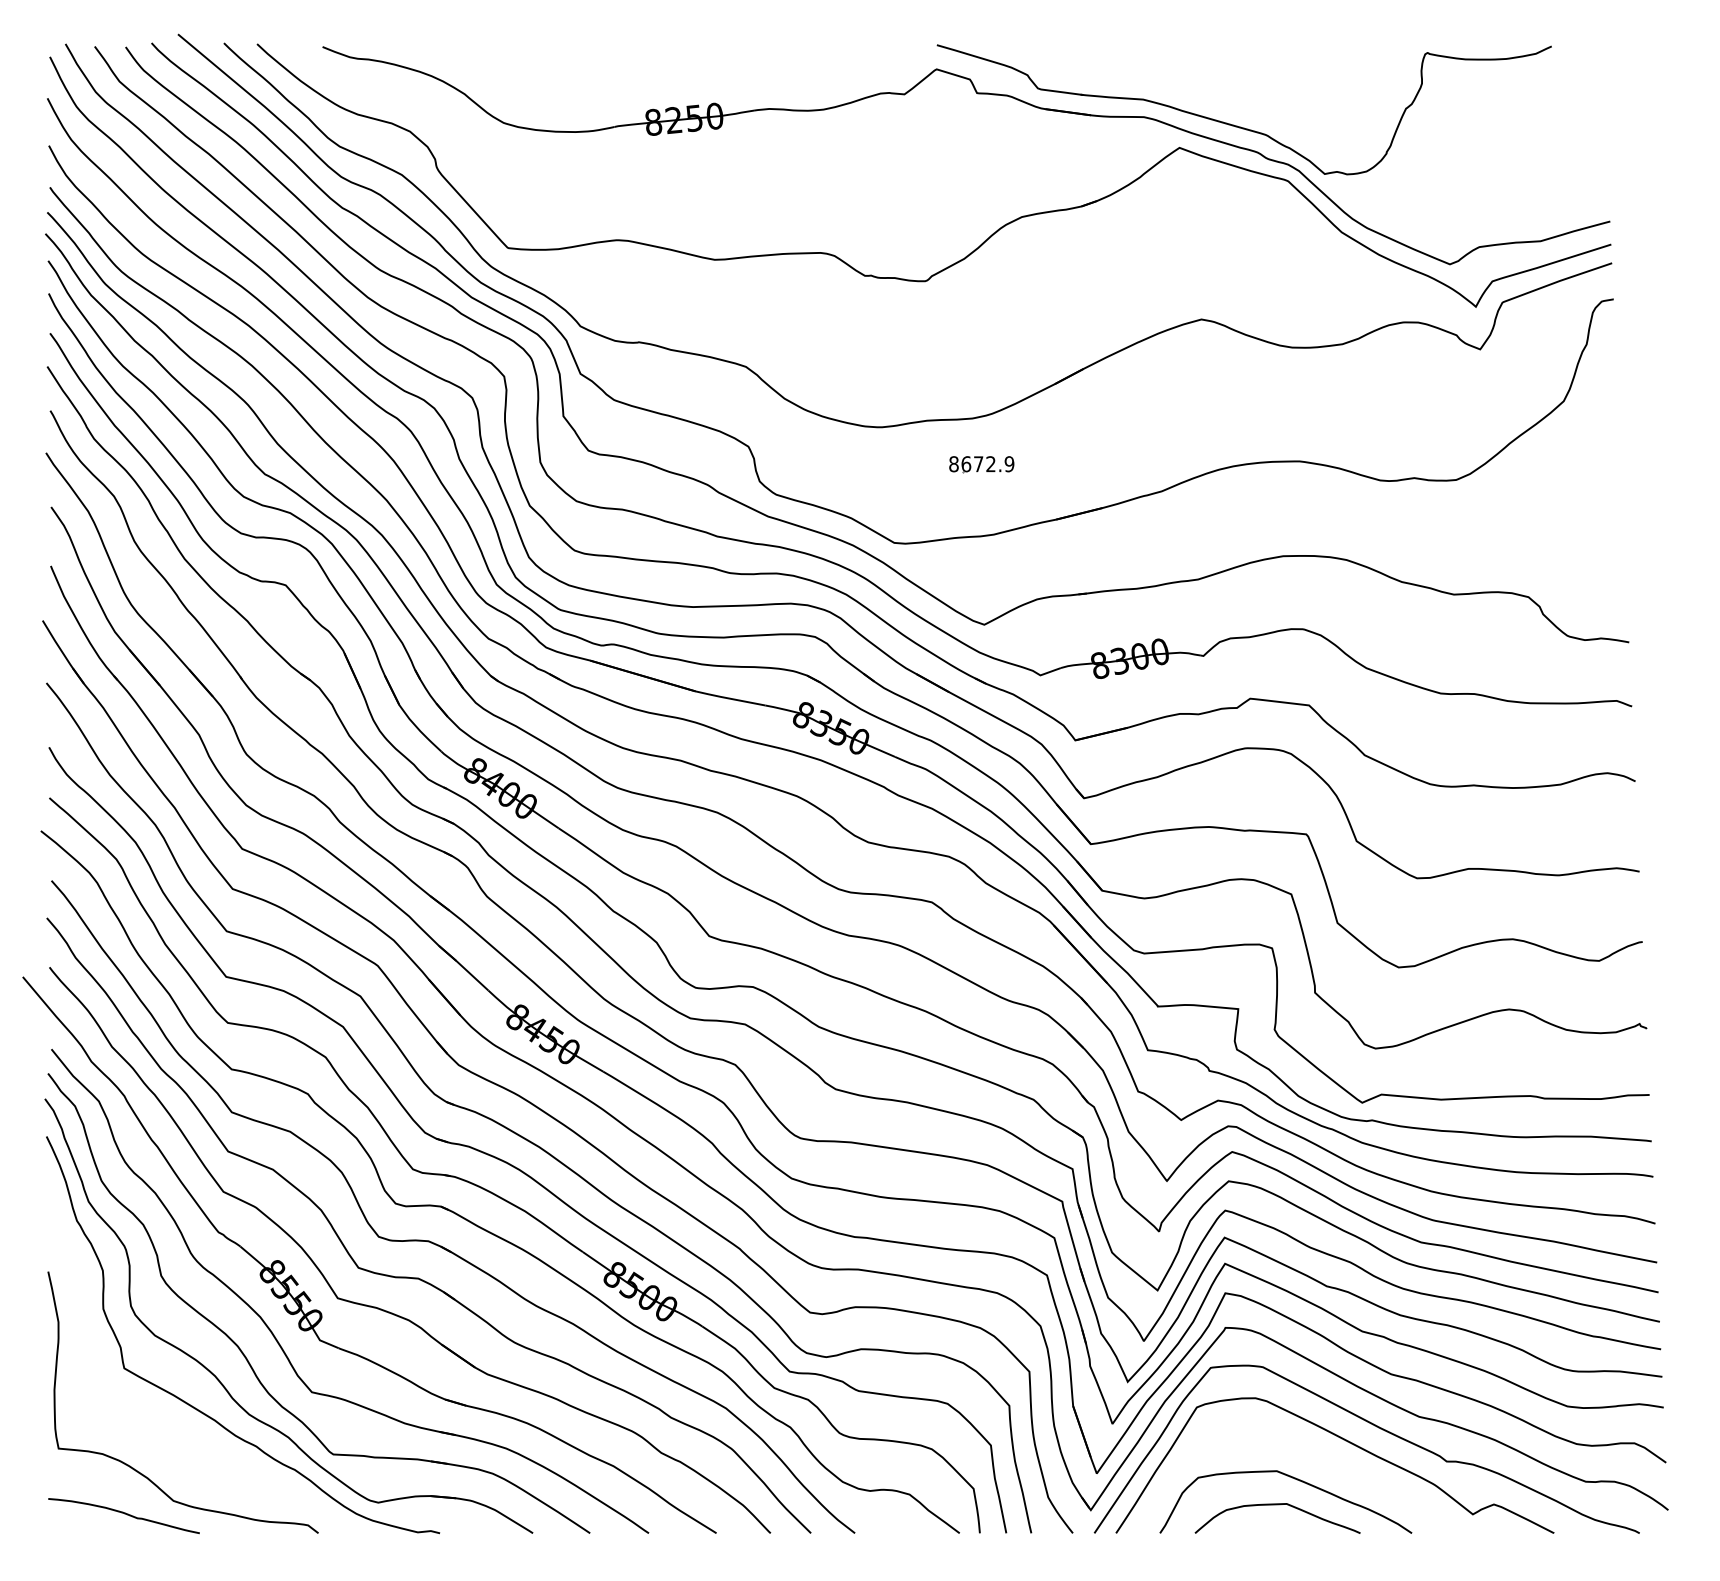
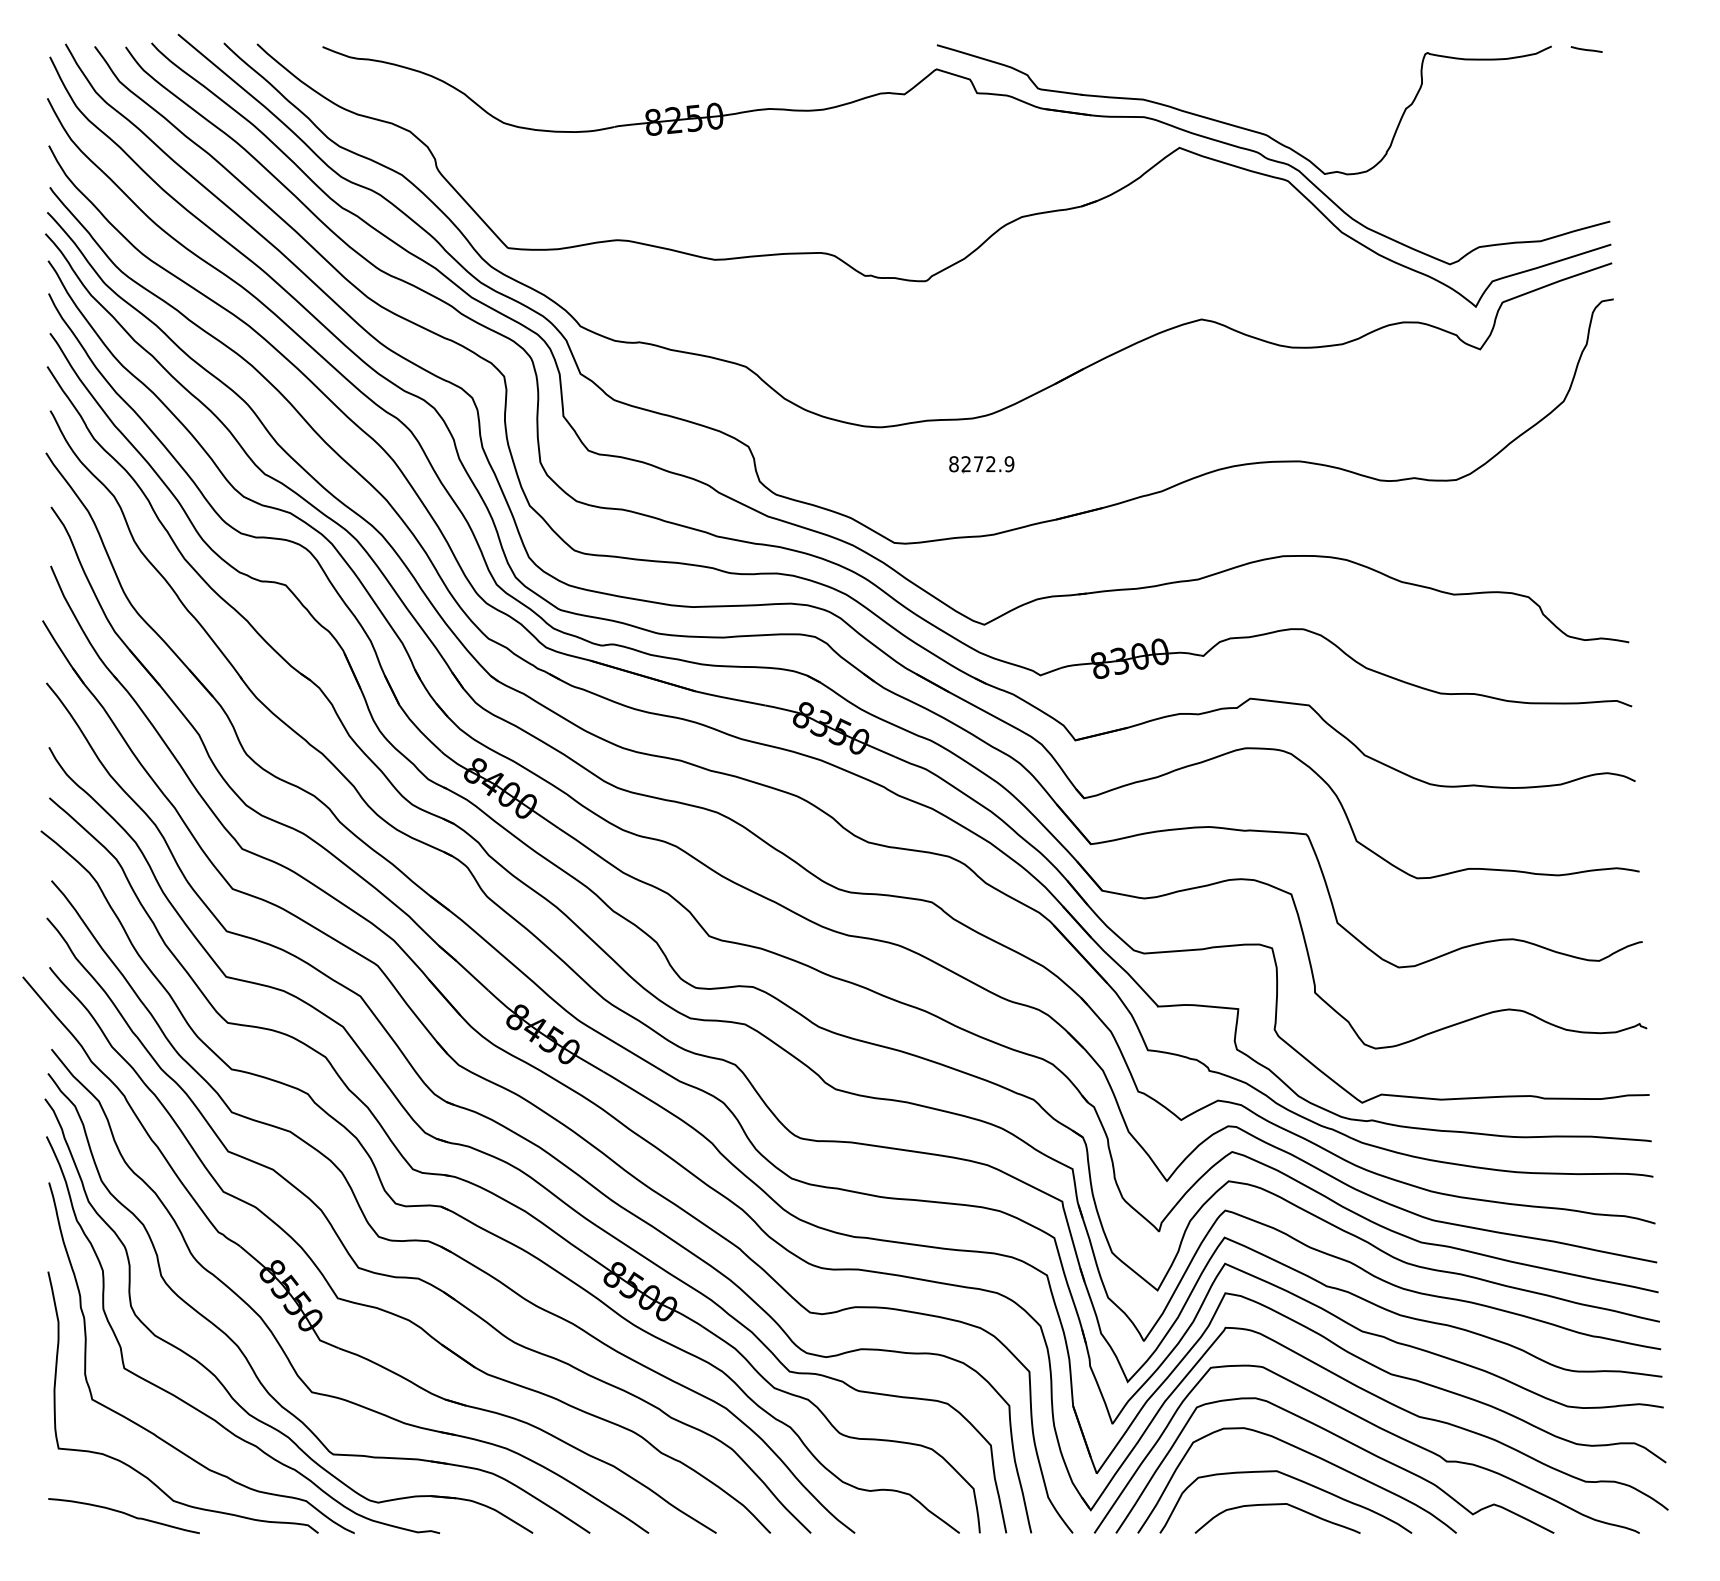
line at (1586, 49): none -> present
text at (966, 464): 8672.9 -> 8272.9
curve at (153, 1432): none -> present
curve at (1309, 1454): none -> present
